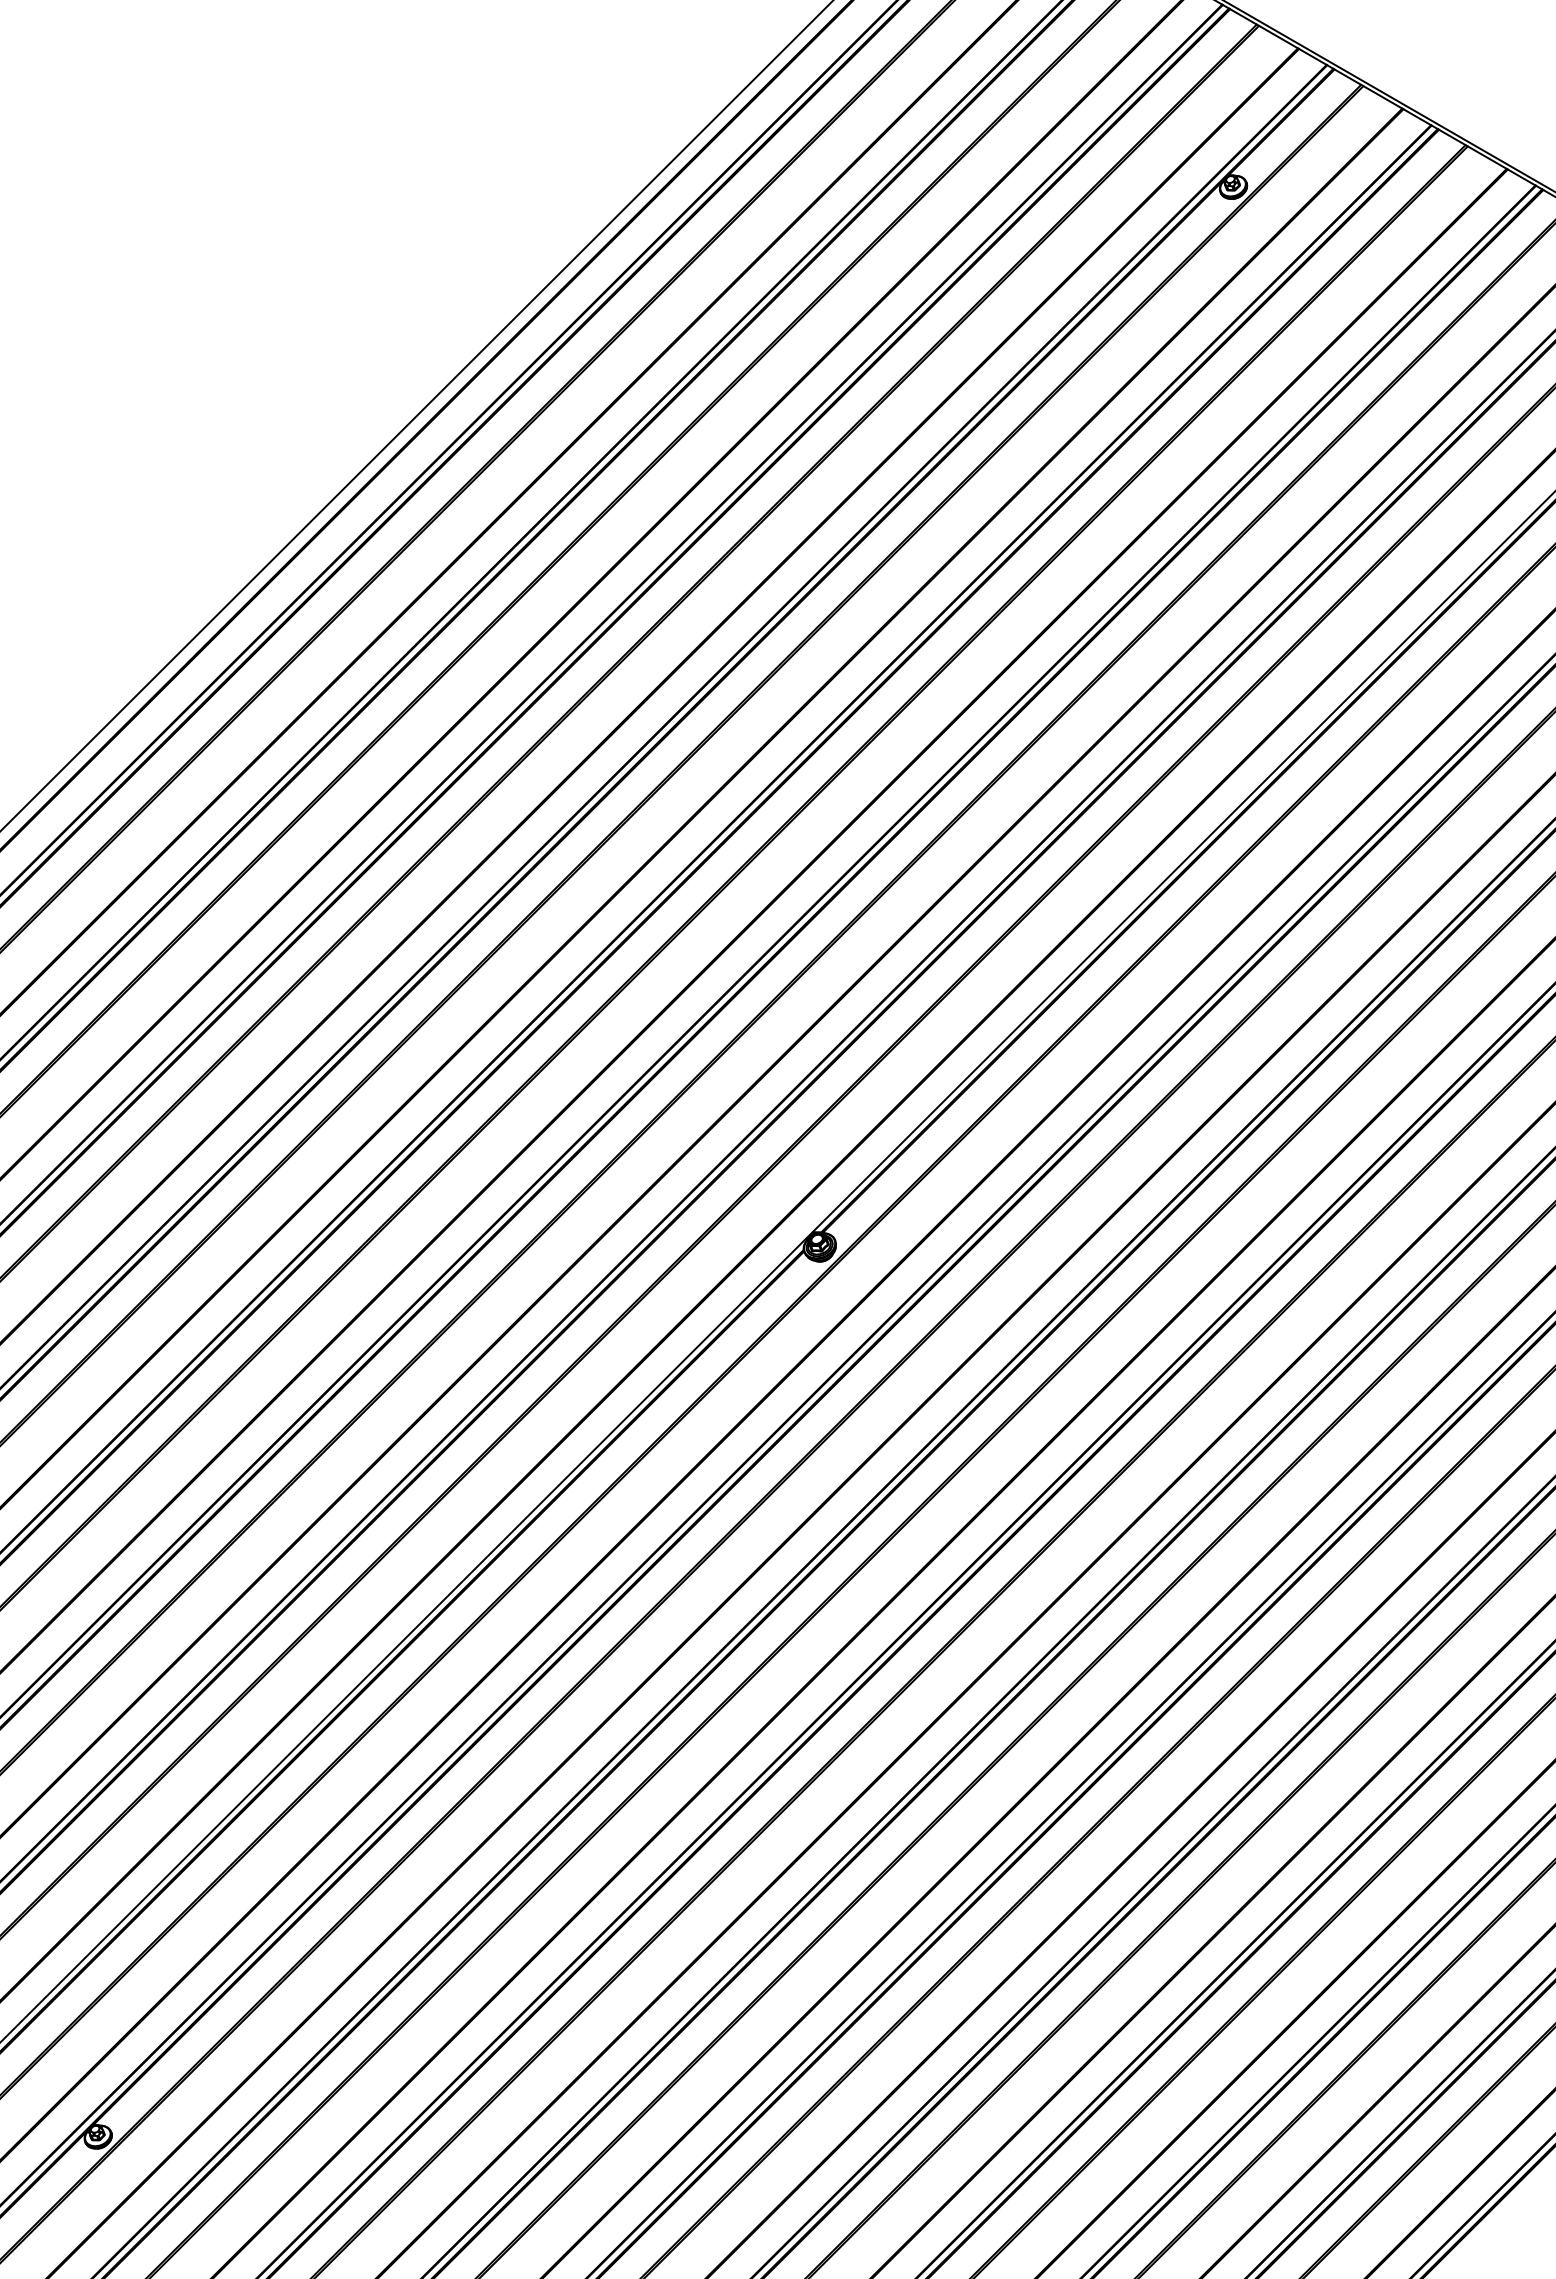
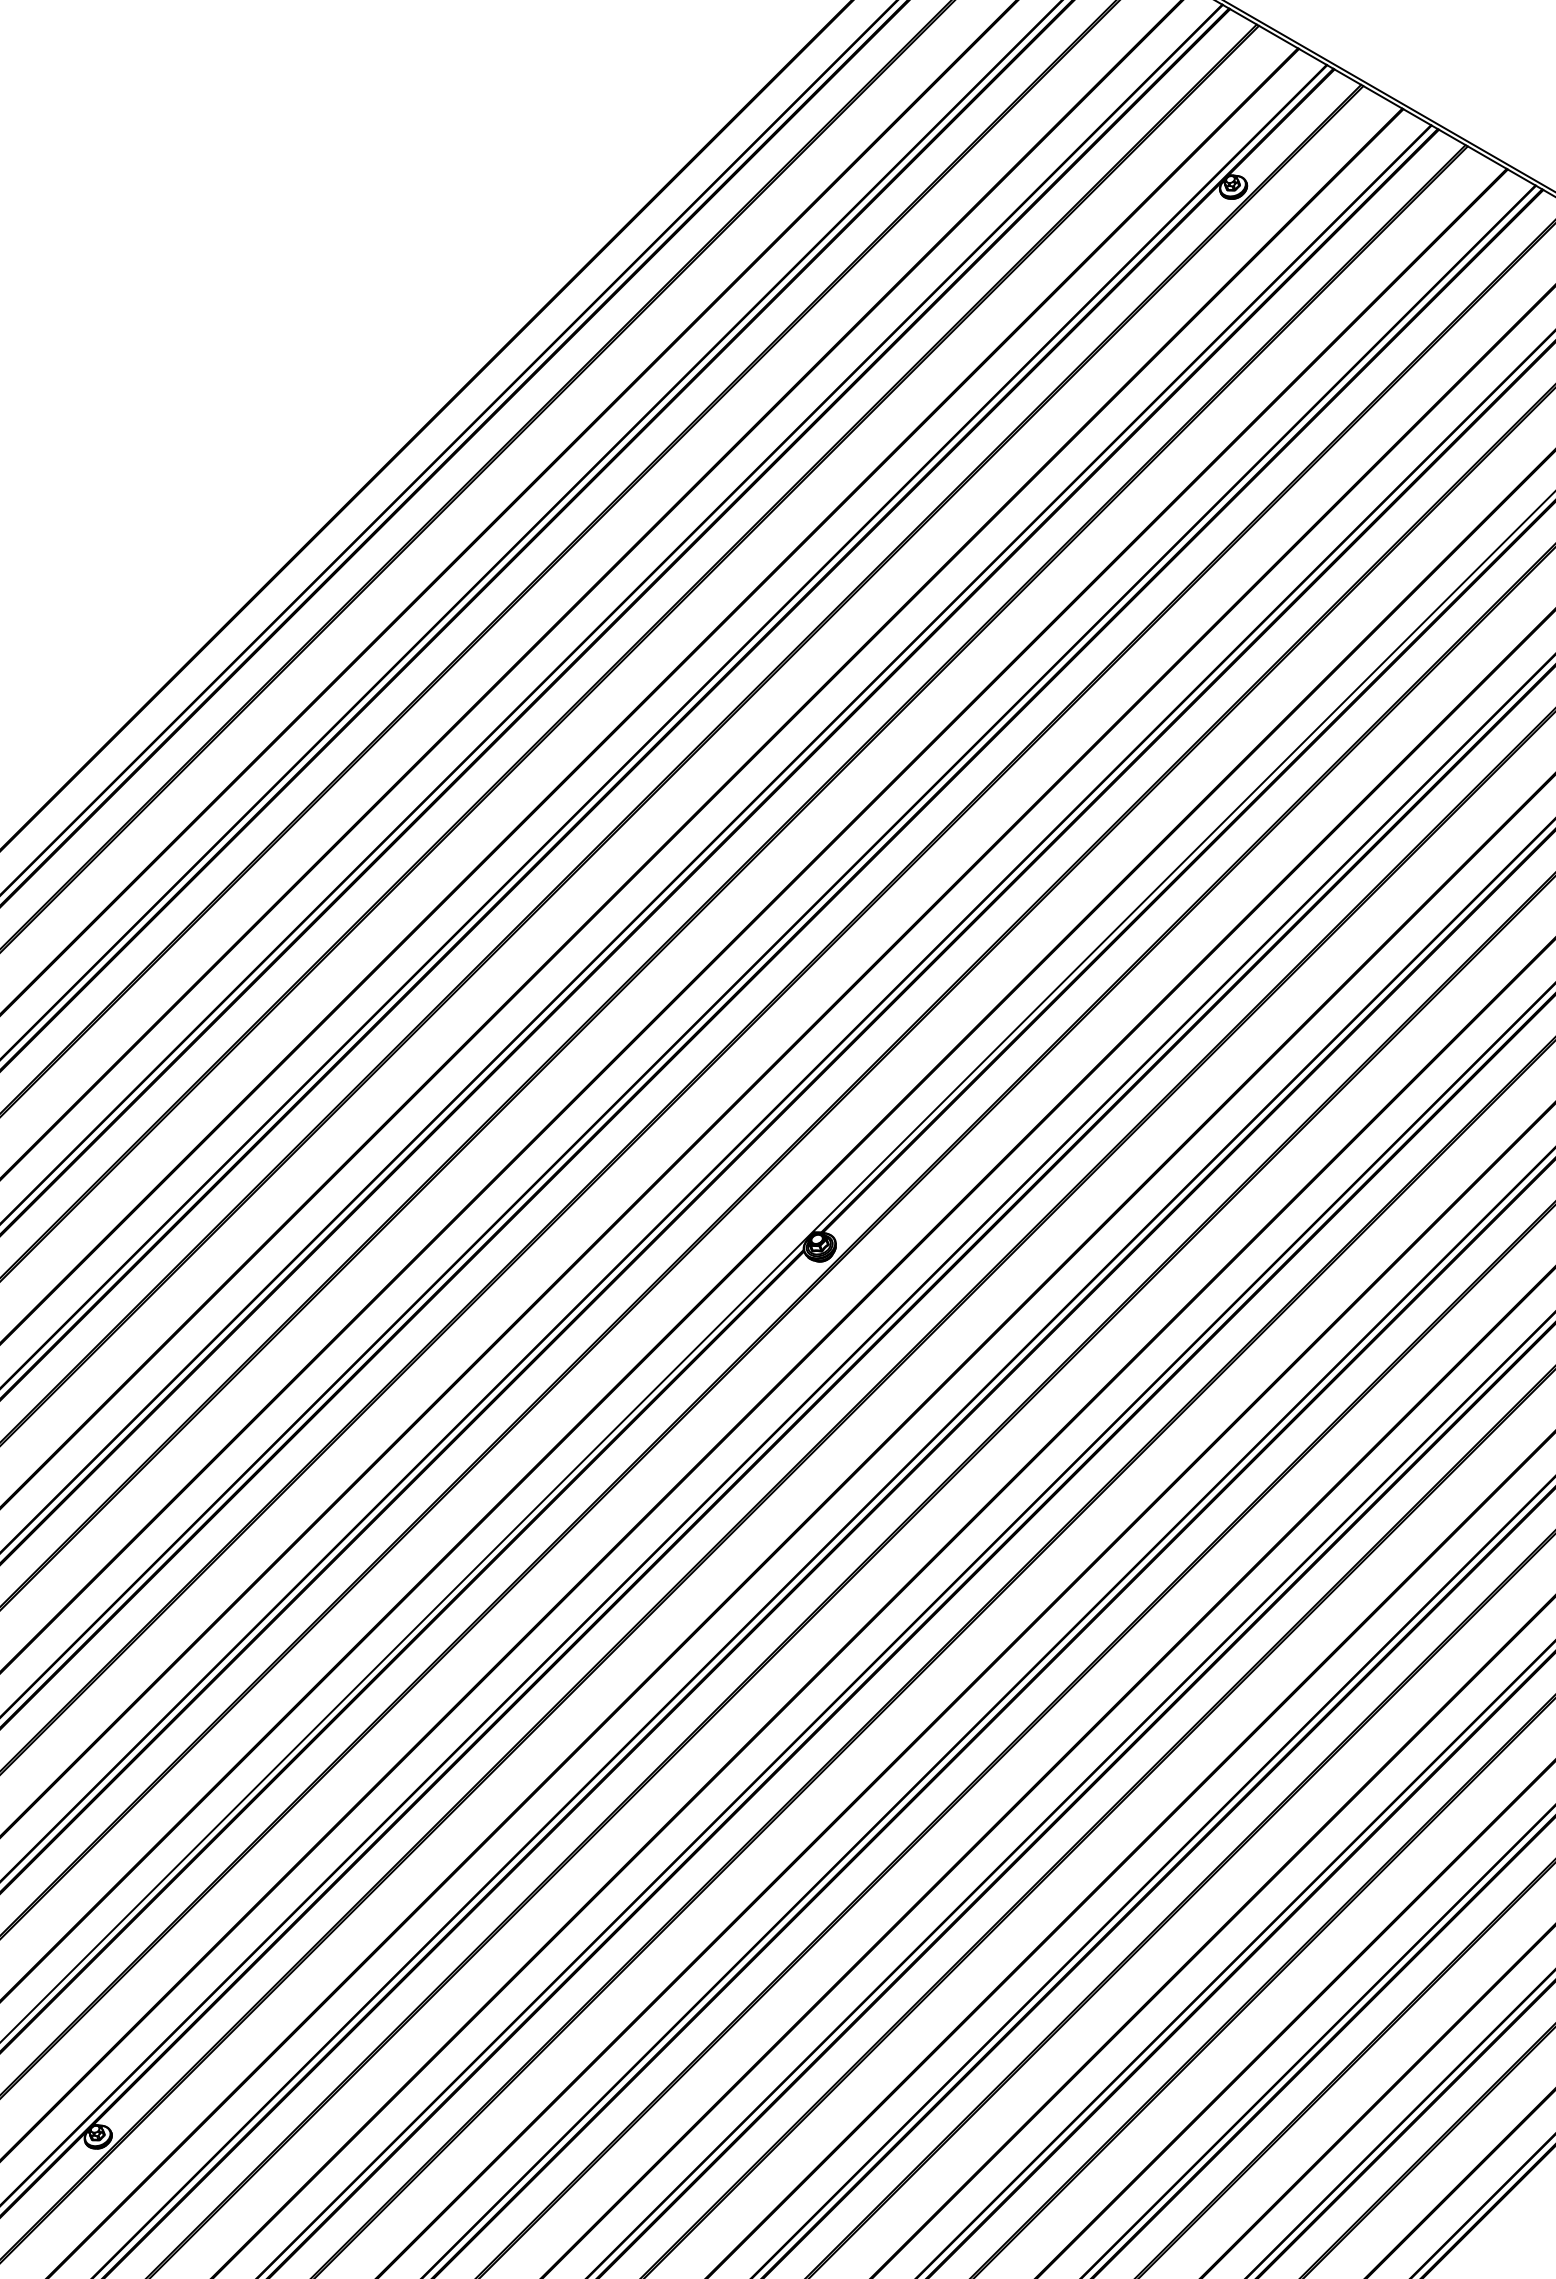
line at (416, 415): present -> none
